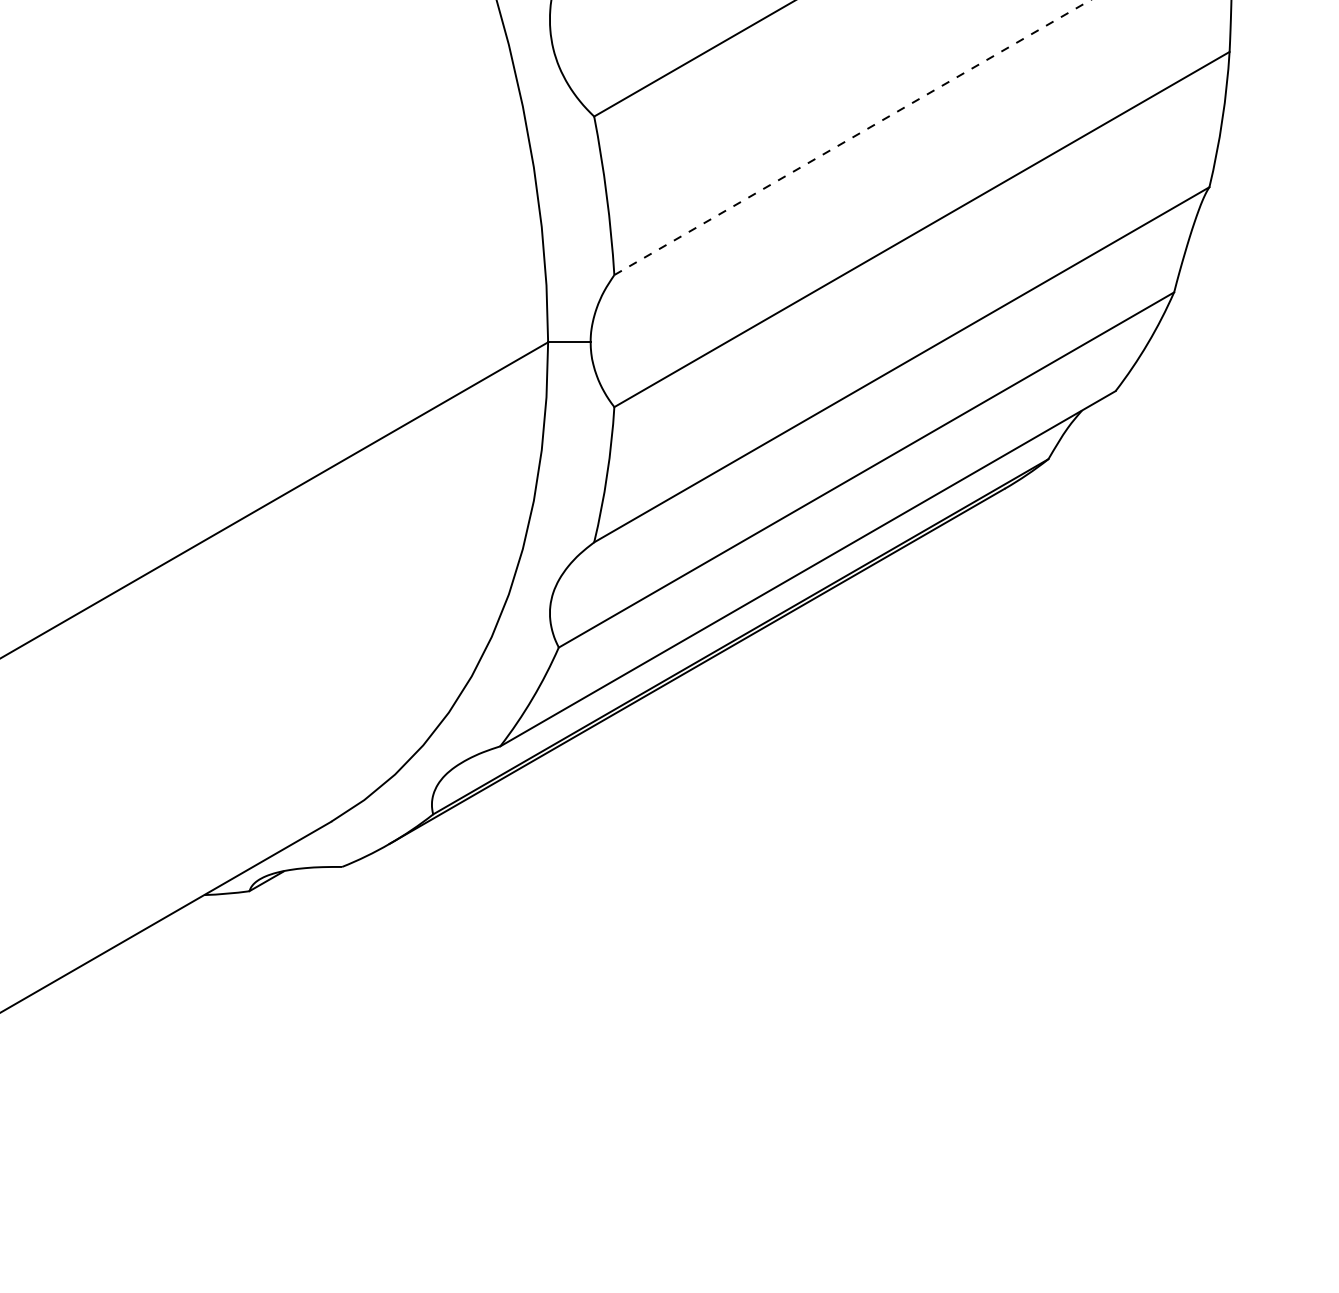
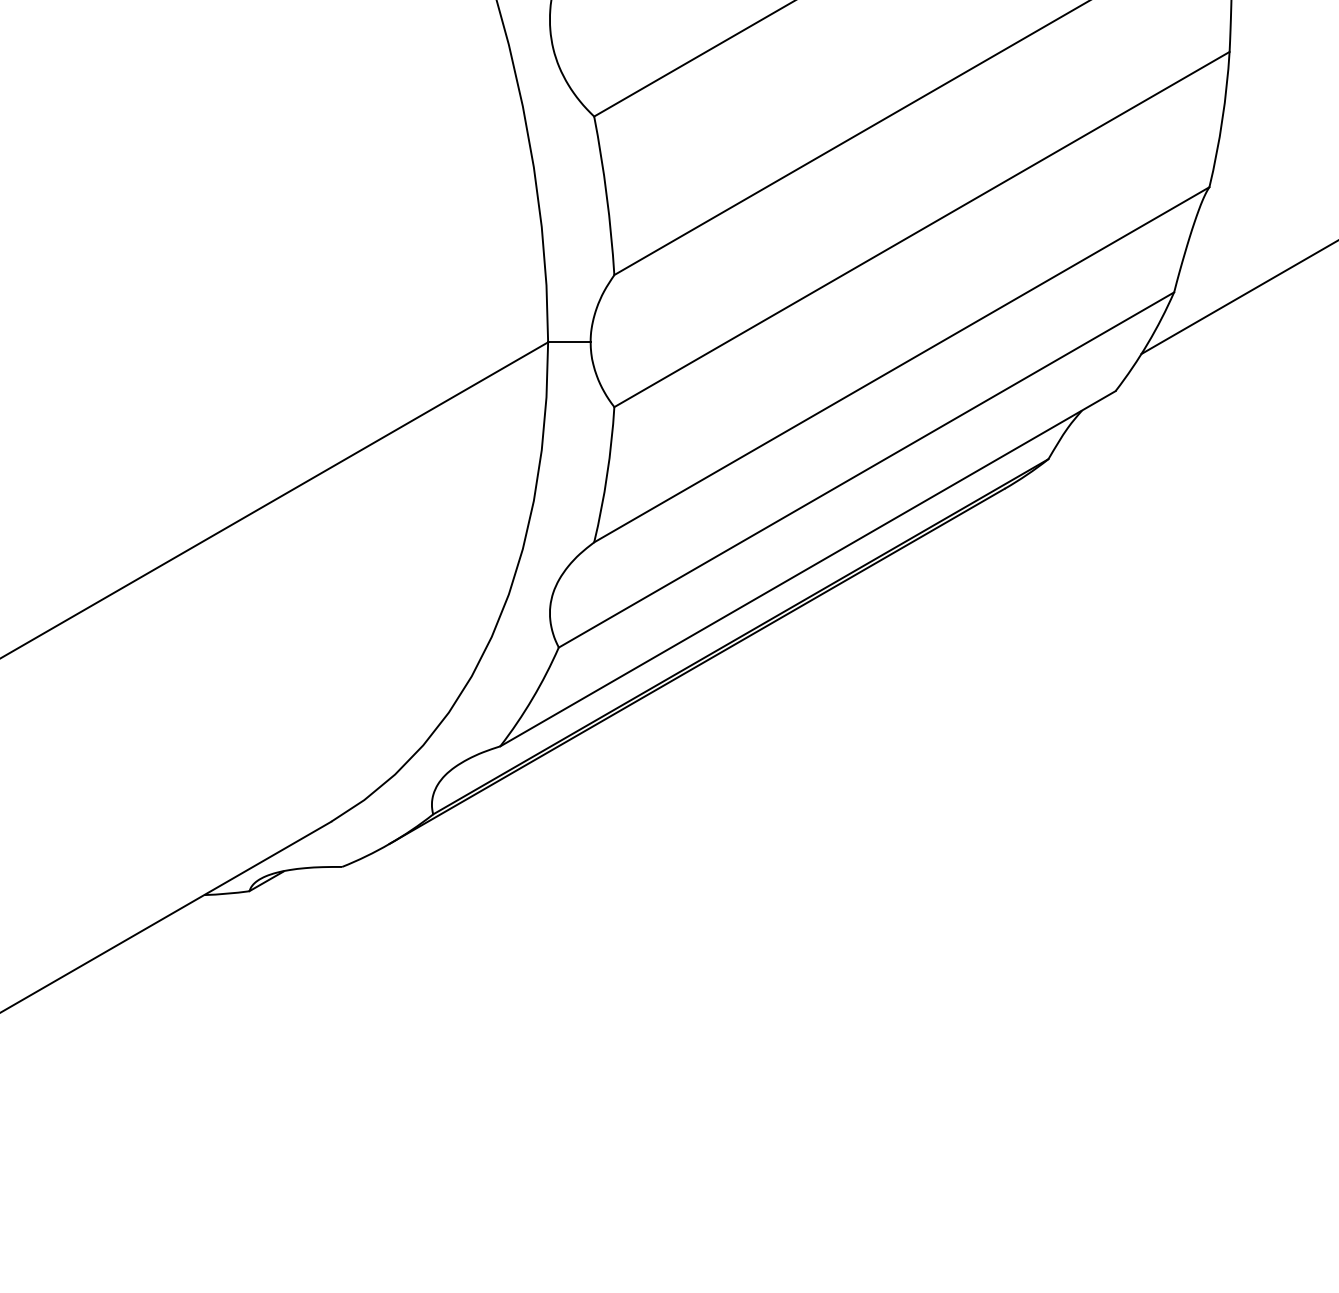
line at (852, 137): dashed -> solid
line at (1238, 297): none -> present
